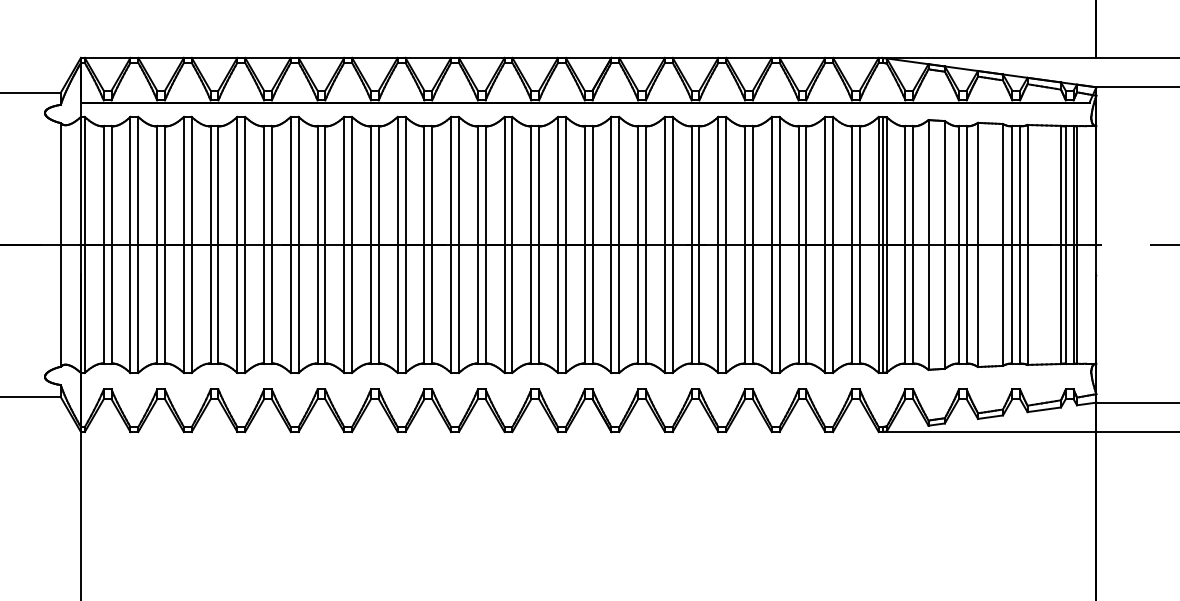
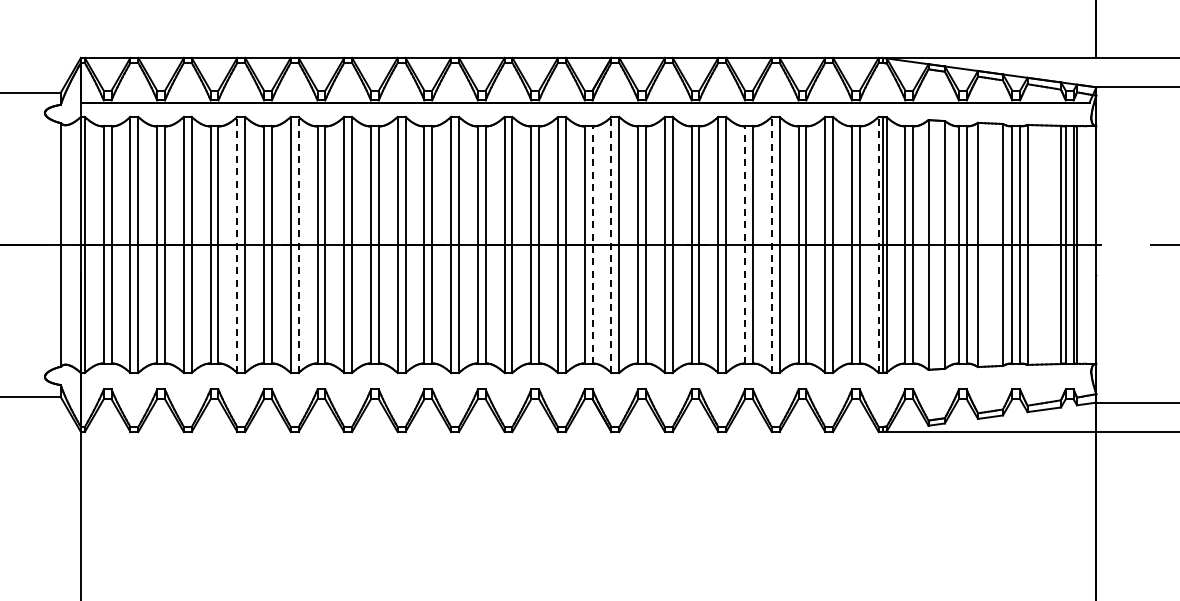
line at (237, 244): solid -> dashed
line at (298, 244): solid -> dashed
line at (592, 244): solid -> dashed
line at (611, 244): solid -> dashed
line at (745, 244): solid -> dashed
line at (771, 244): solid -> dashed
line at (878, 244): solid -> dashed
